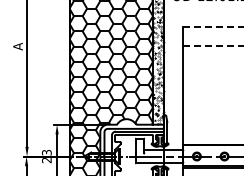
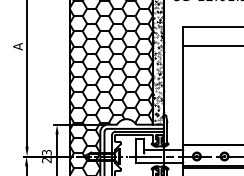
line at (213, 27): dashed -> solid
line at (213, 46): dashed -> solid
